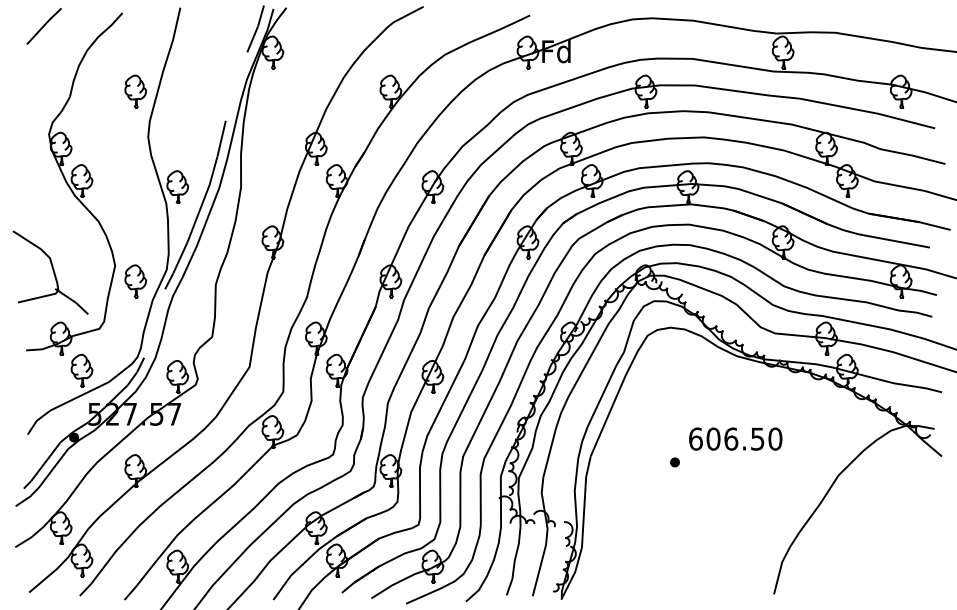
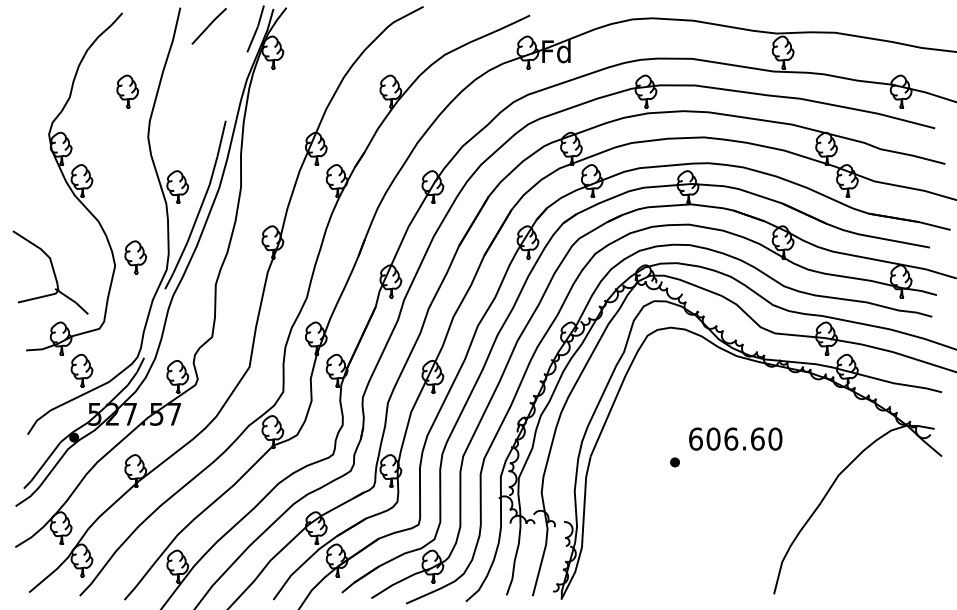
line at (43, 26) position: (43, 26) -> (208, 26)
part at (135, 91) position: (135, 91) -> (127, 91)
part at (135, 281) position: (135, 281) -> (135, 257)
text at (757, 438): 606.50 -> 606.60
